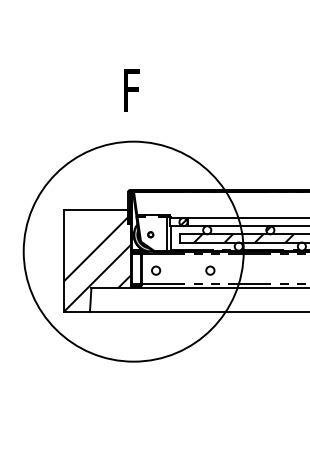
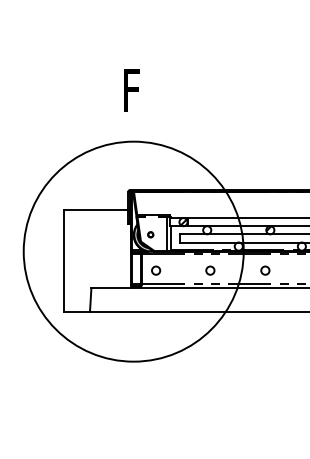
hatch at (243, 238): present -> none
hatch at (97, 263): present -> none
circle at (265, 270): none -> present
